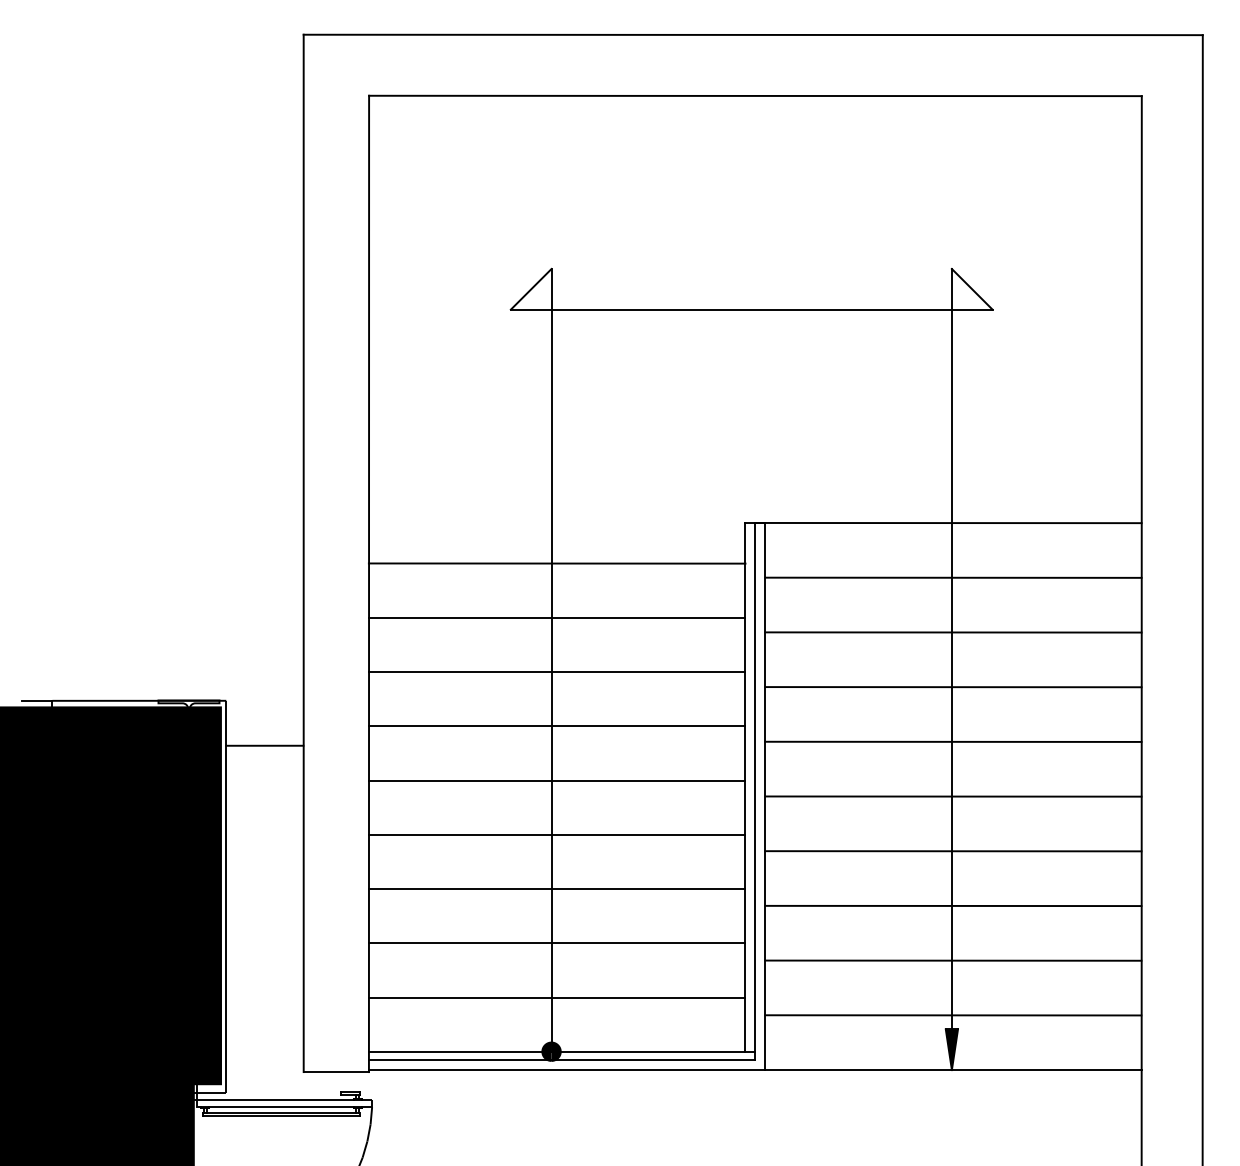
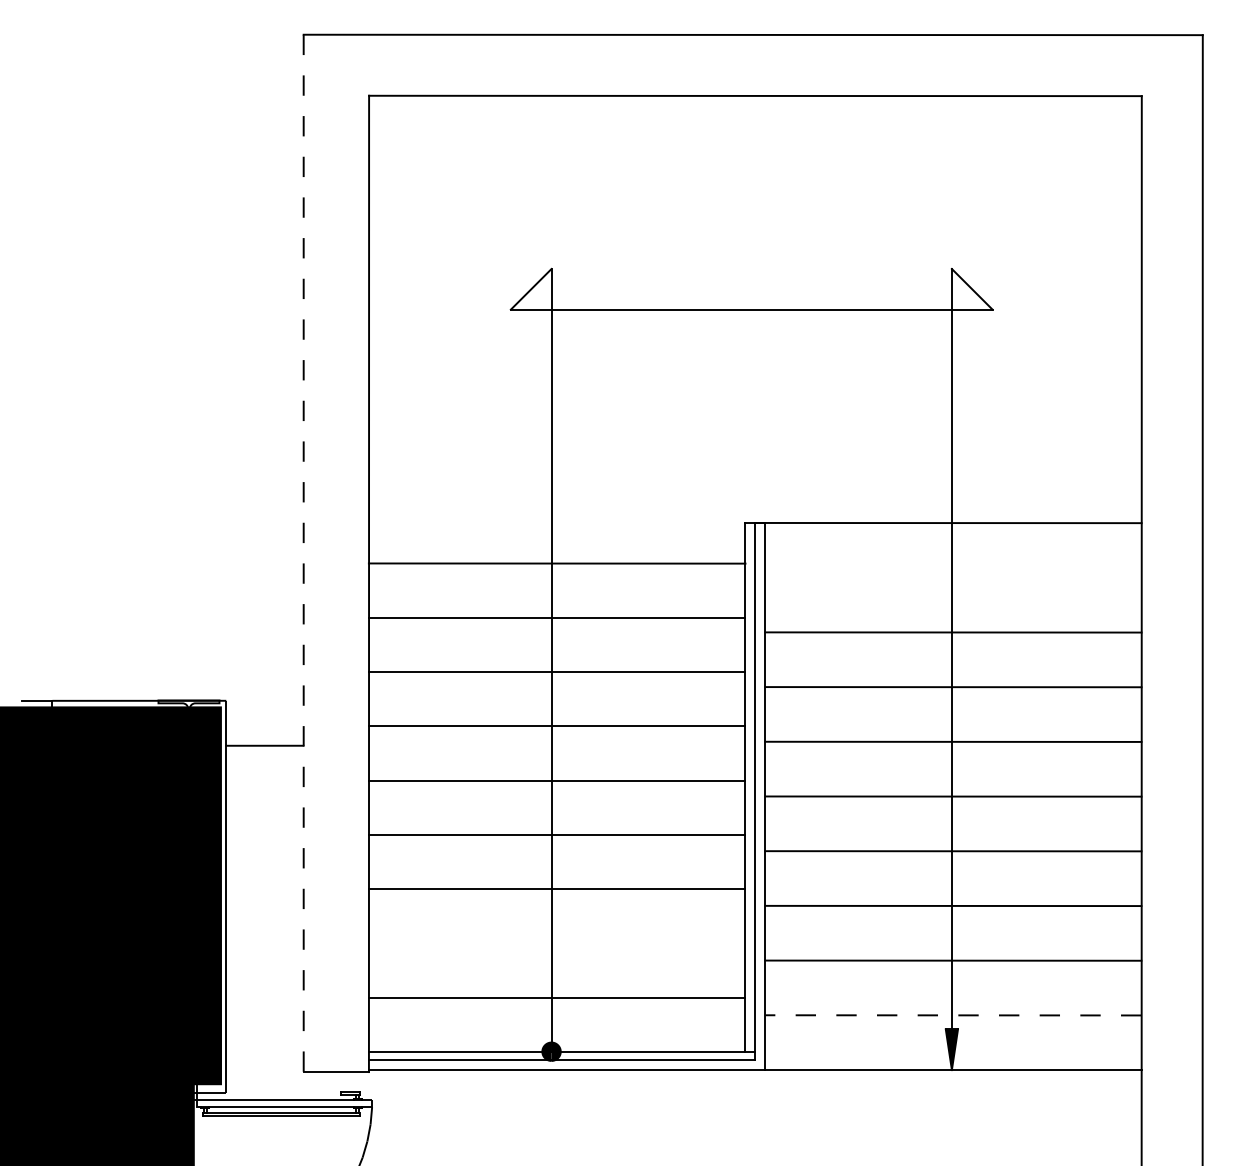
line at (303, 553): solid -> dashed
line at (953, 577): present -> none
line at (556, 943): present -> none
line at (953, 1015): solid -> dashed
